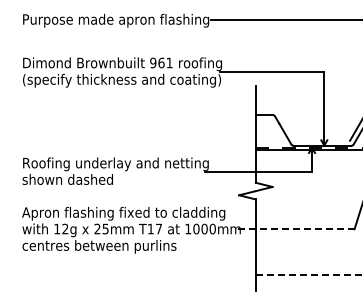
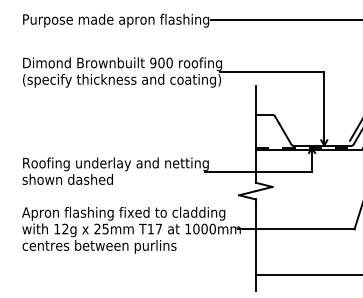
text at (165, 62): 961 -> 900
line at (295, 229): dashed -> solid
line at (309, 275): dashed -> solid
